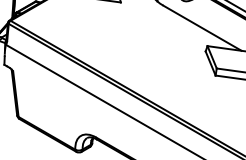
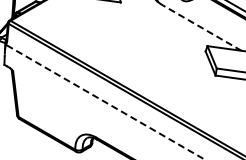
line at (202, 27): solid -> dashed
line at (105, 102): solid -> dashed
